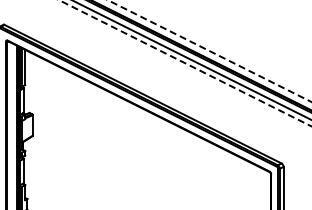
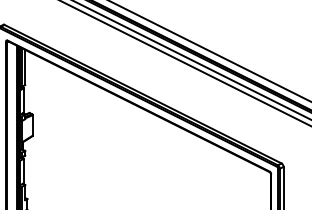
line at (209, 50): dashed -> solid
line at (185, 63): dashed -> solid
